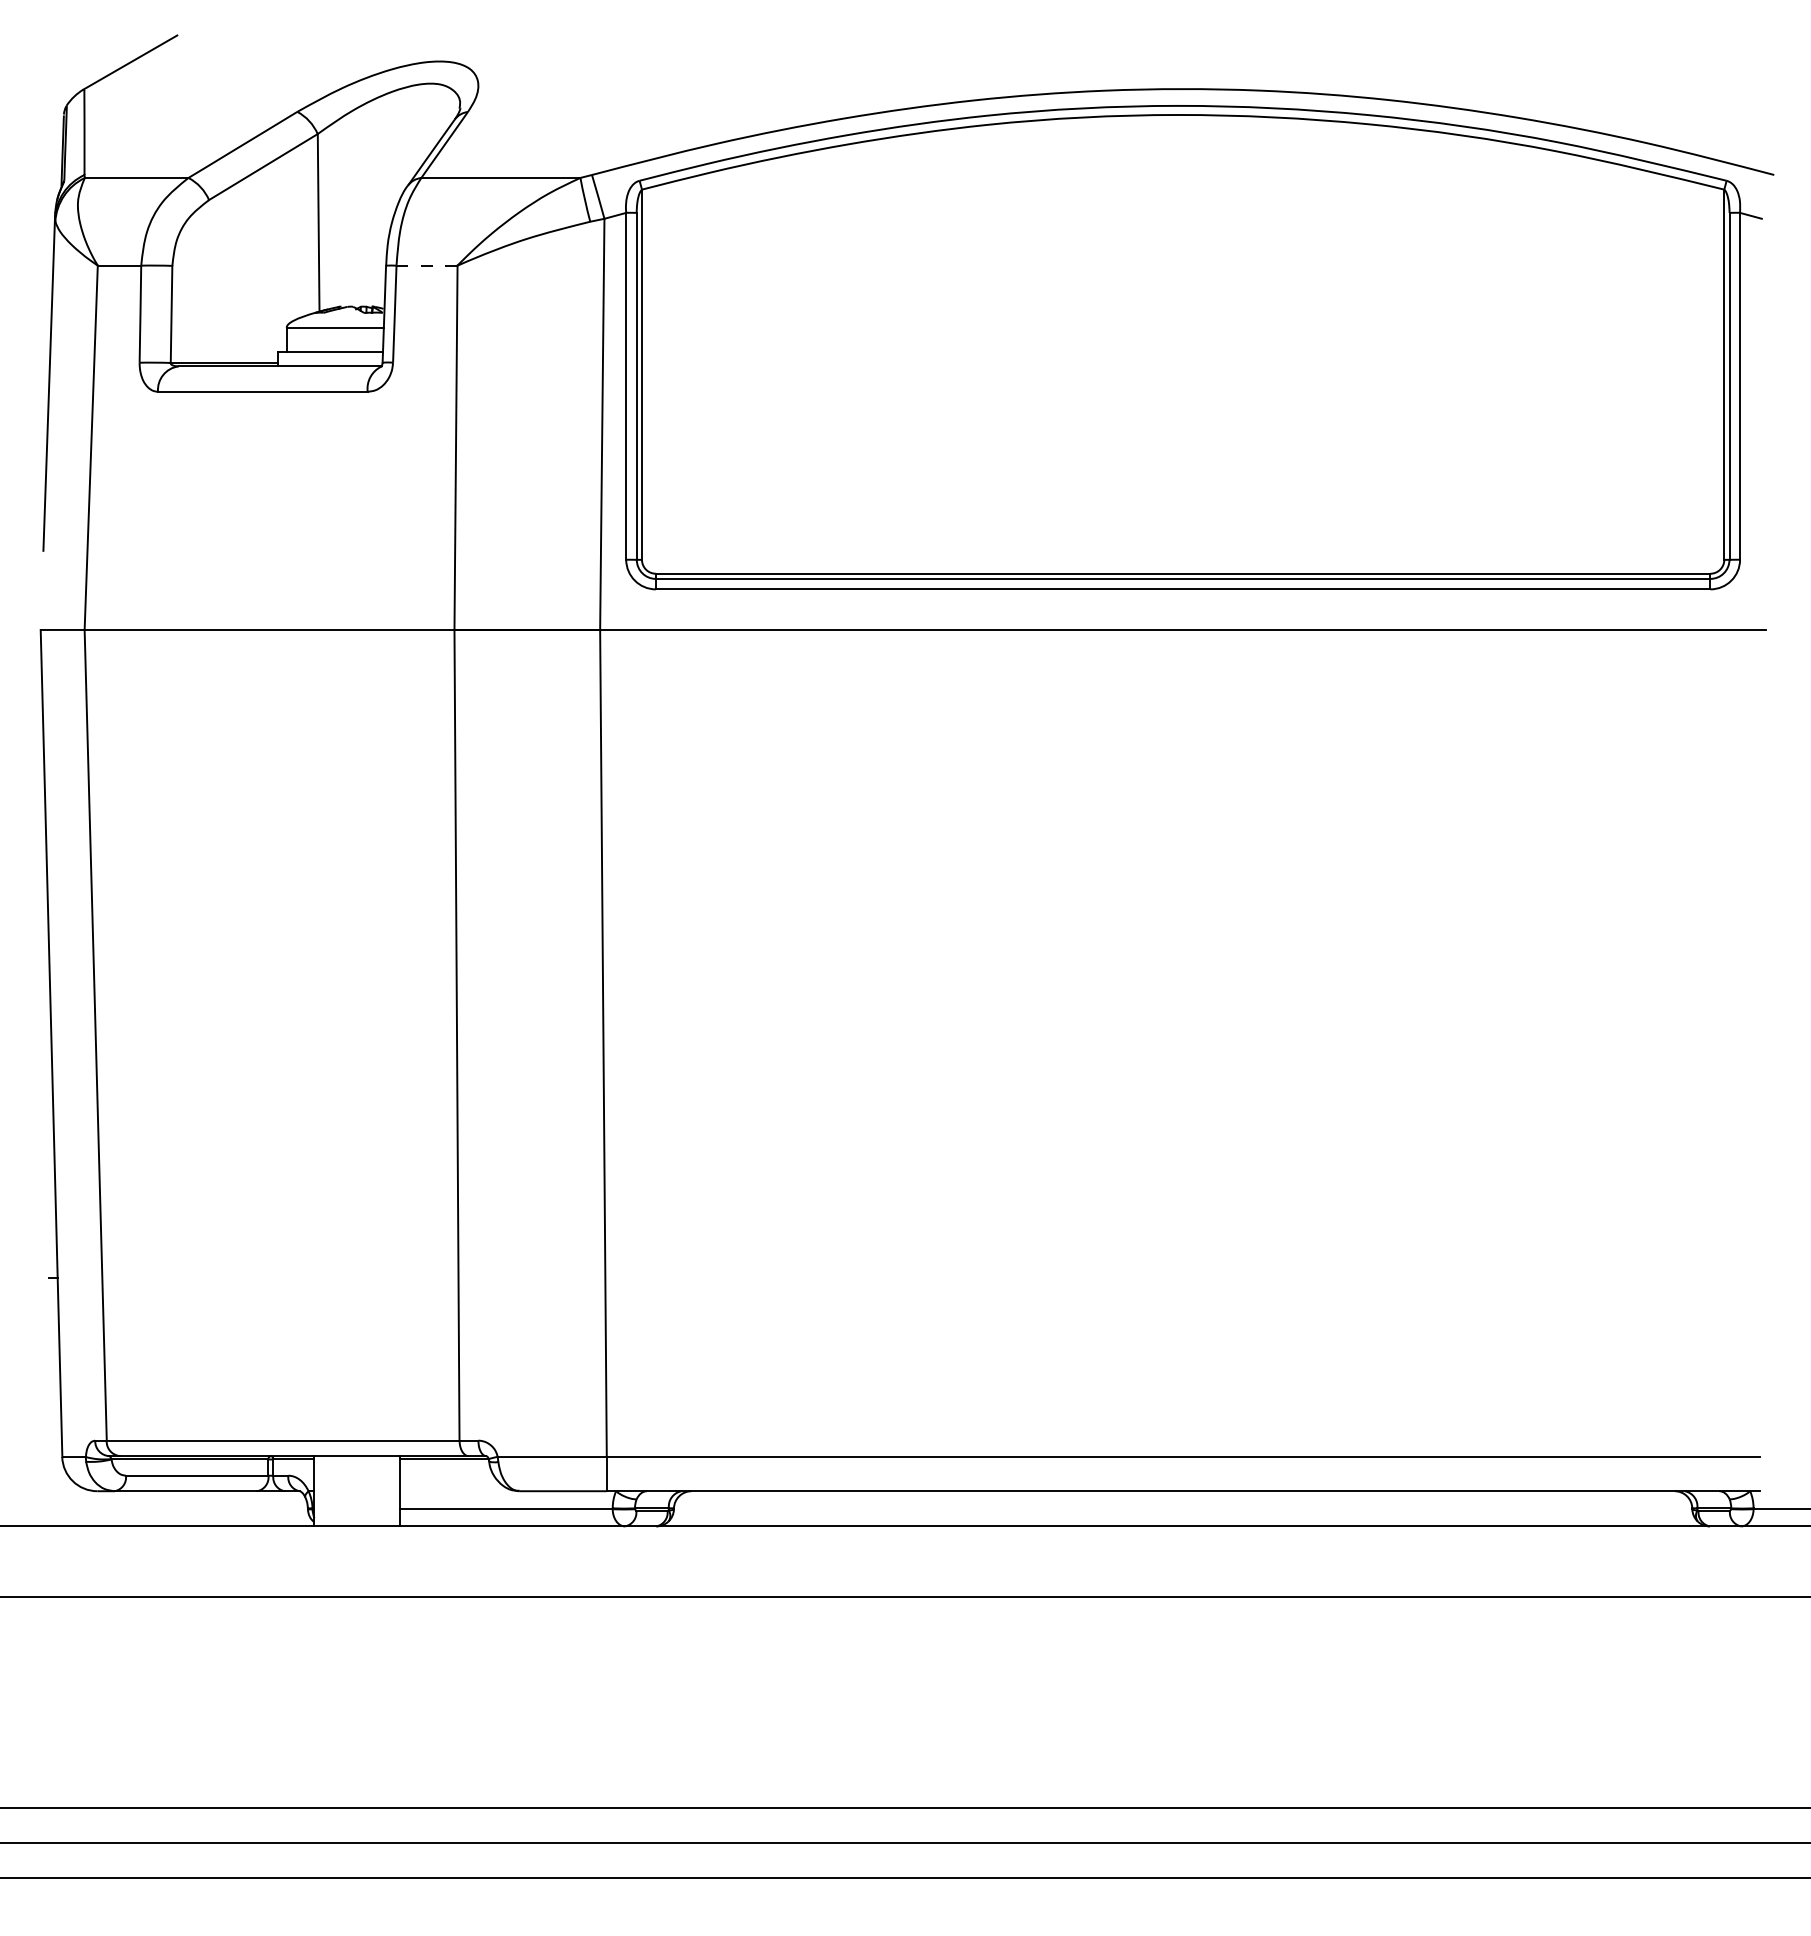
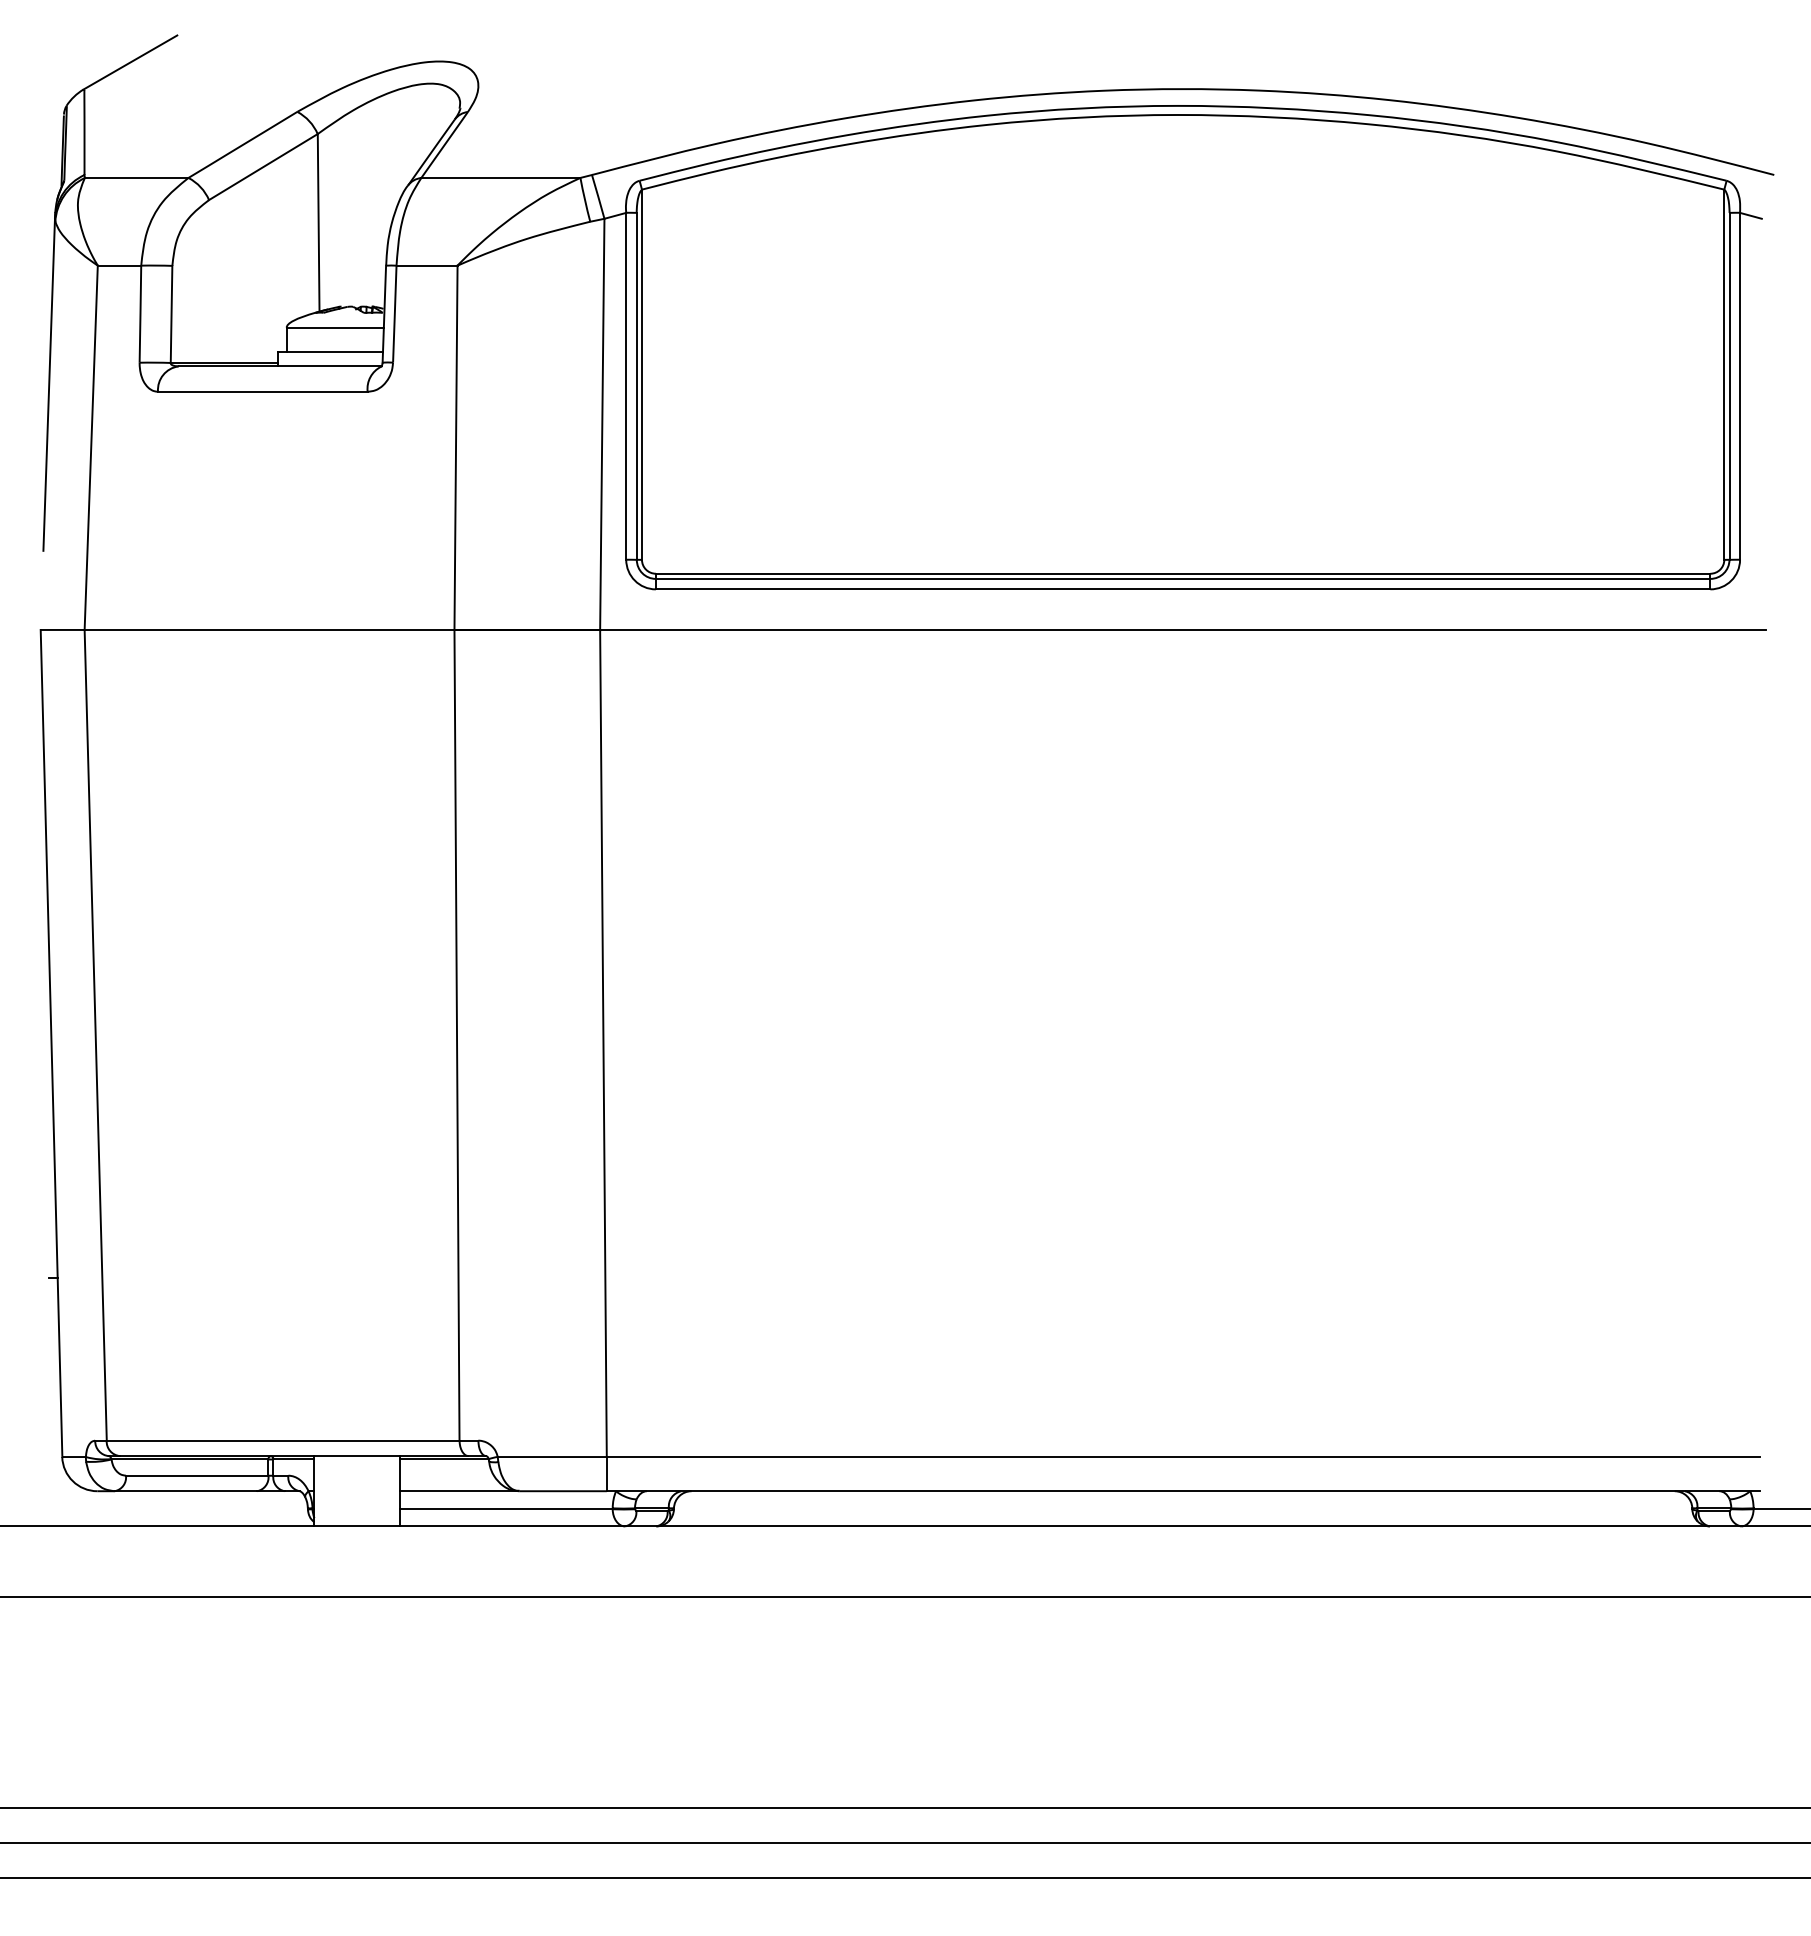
line at (427, 265): dashed -> solid
line at (457, 1491): none -> present
